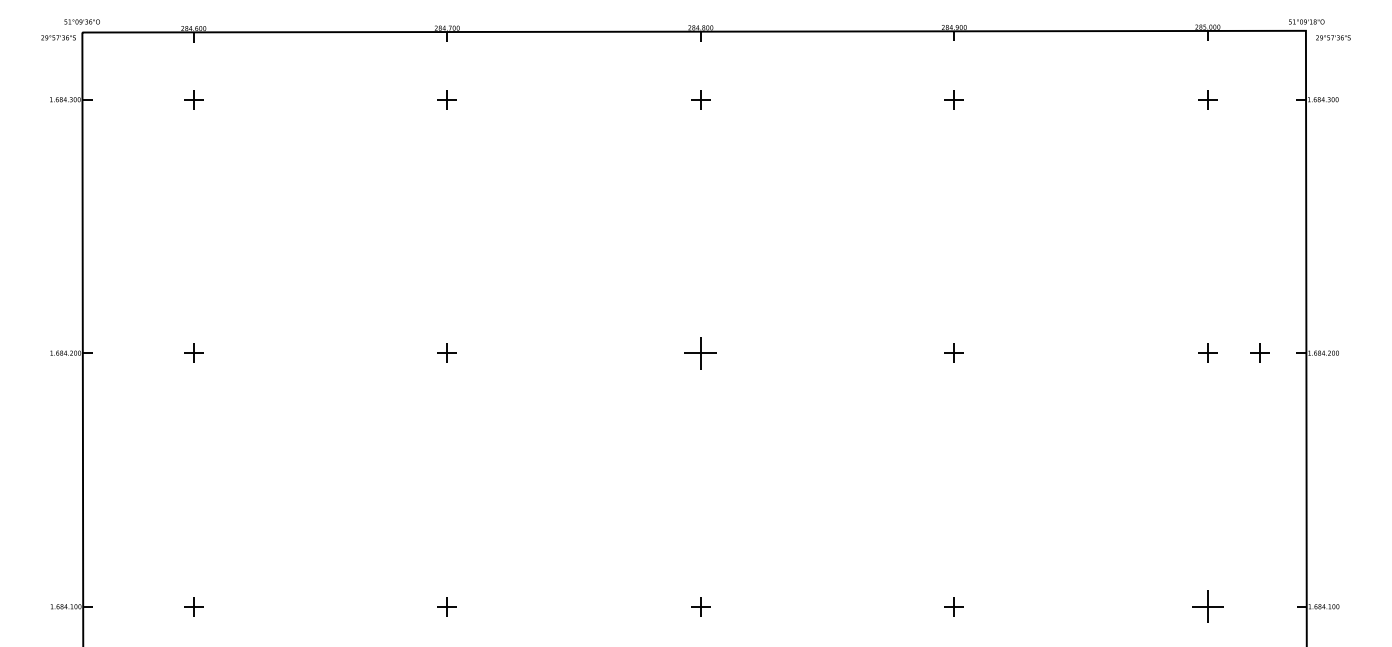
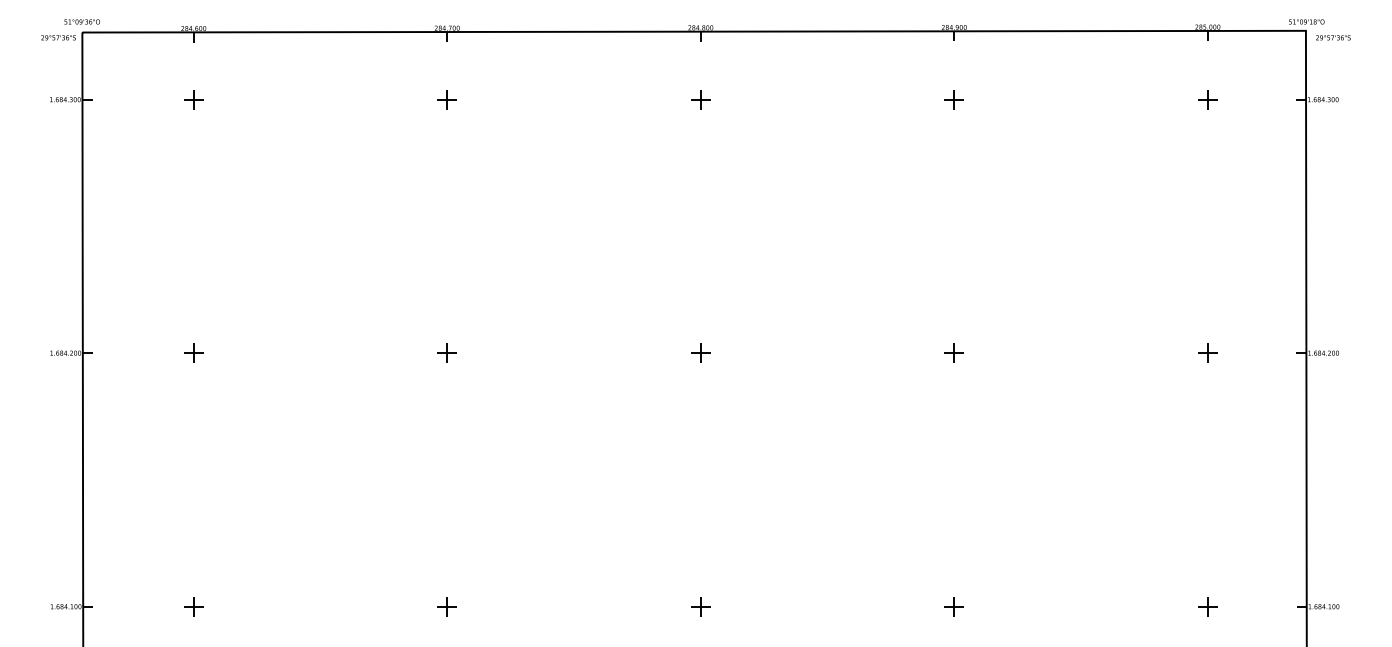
part at (1259, 352): present -> none
part at (700, 353) size: 33x33 px -> 20x20 px
part at (1207, 606) size: 32x33 px -> 20x20 px
